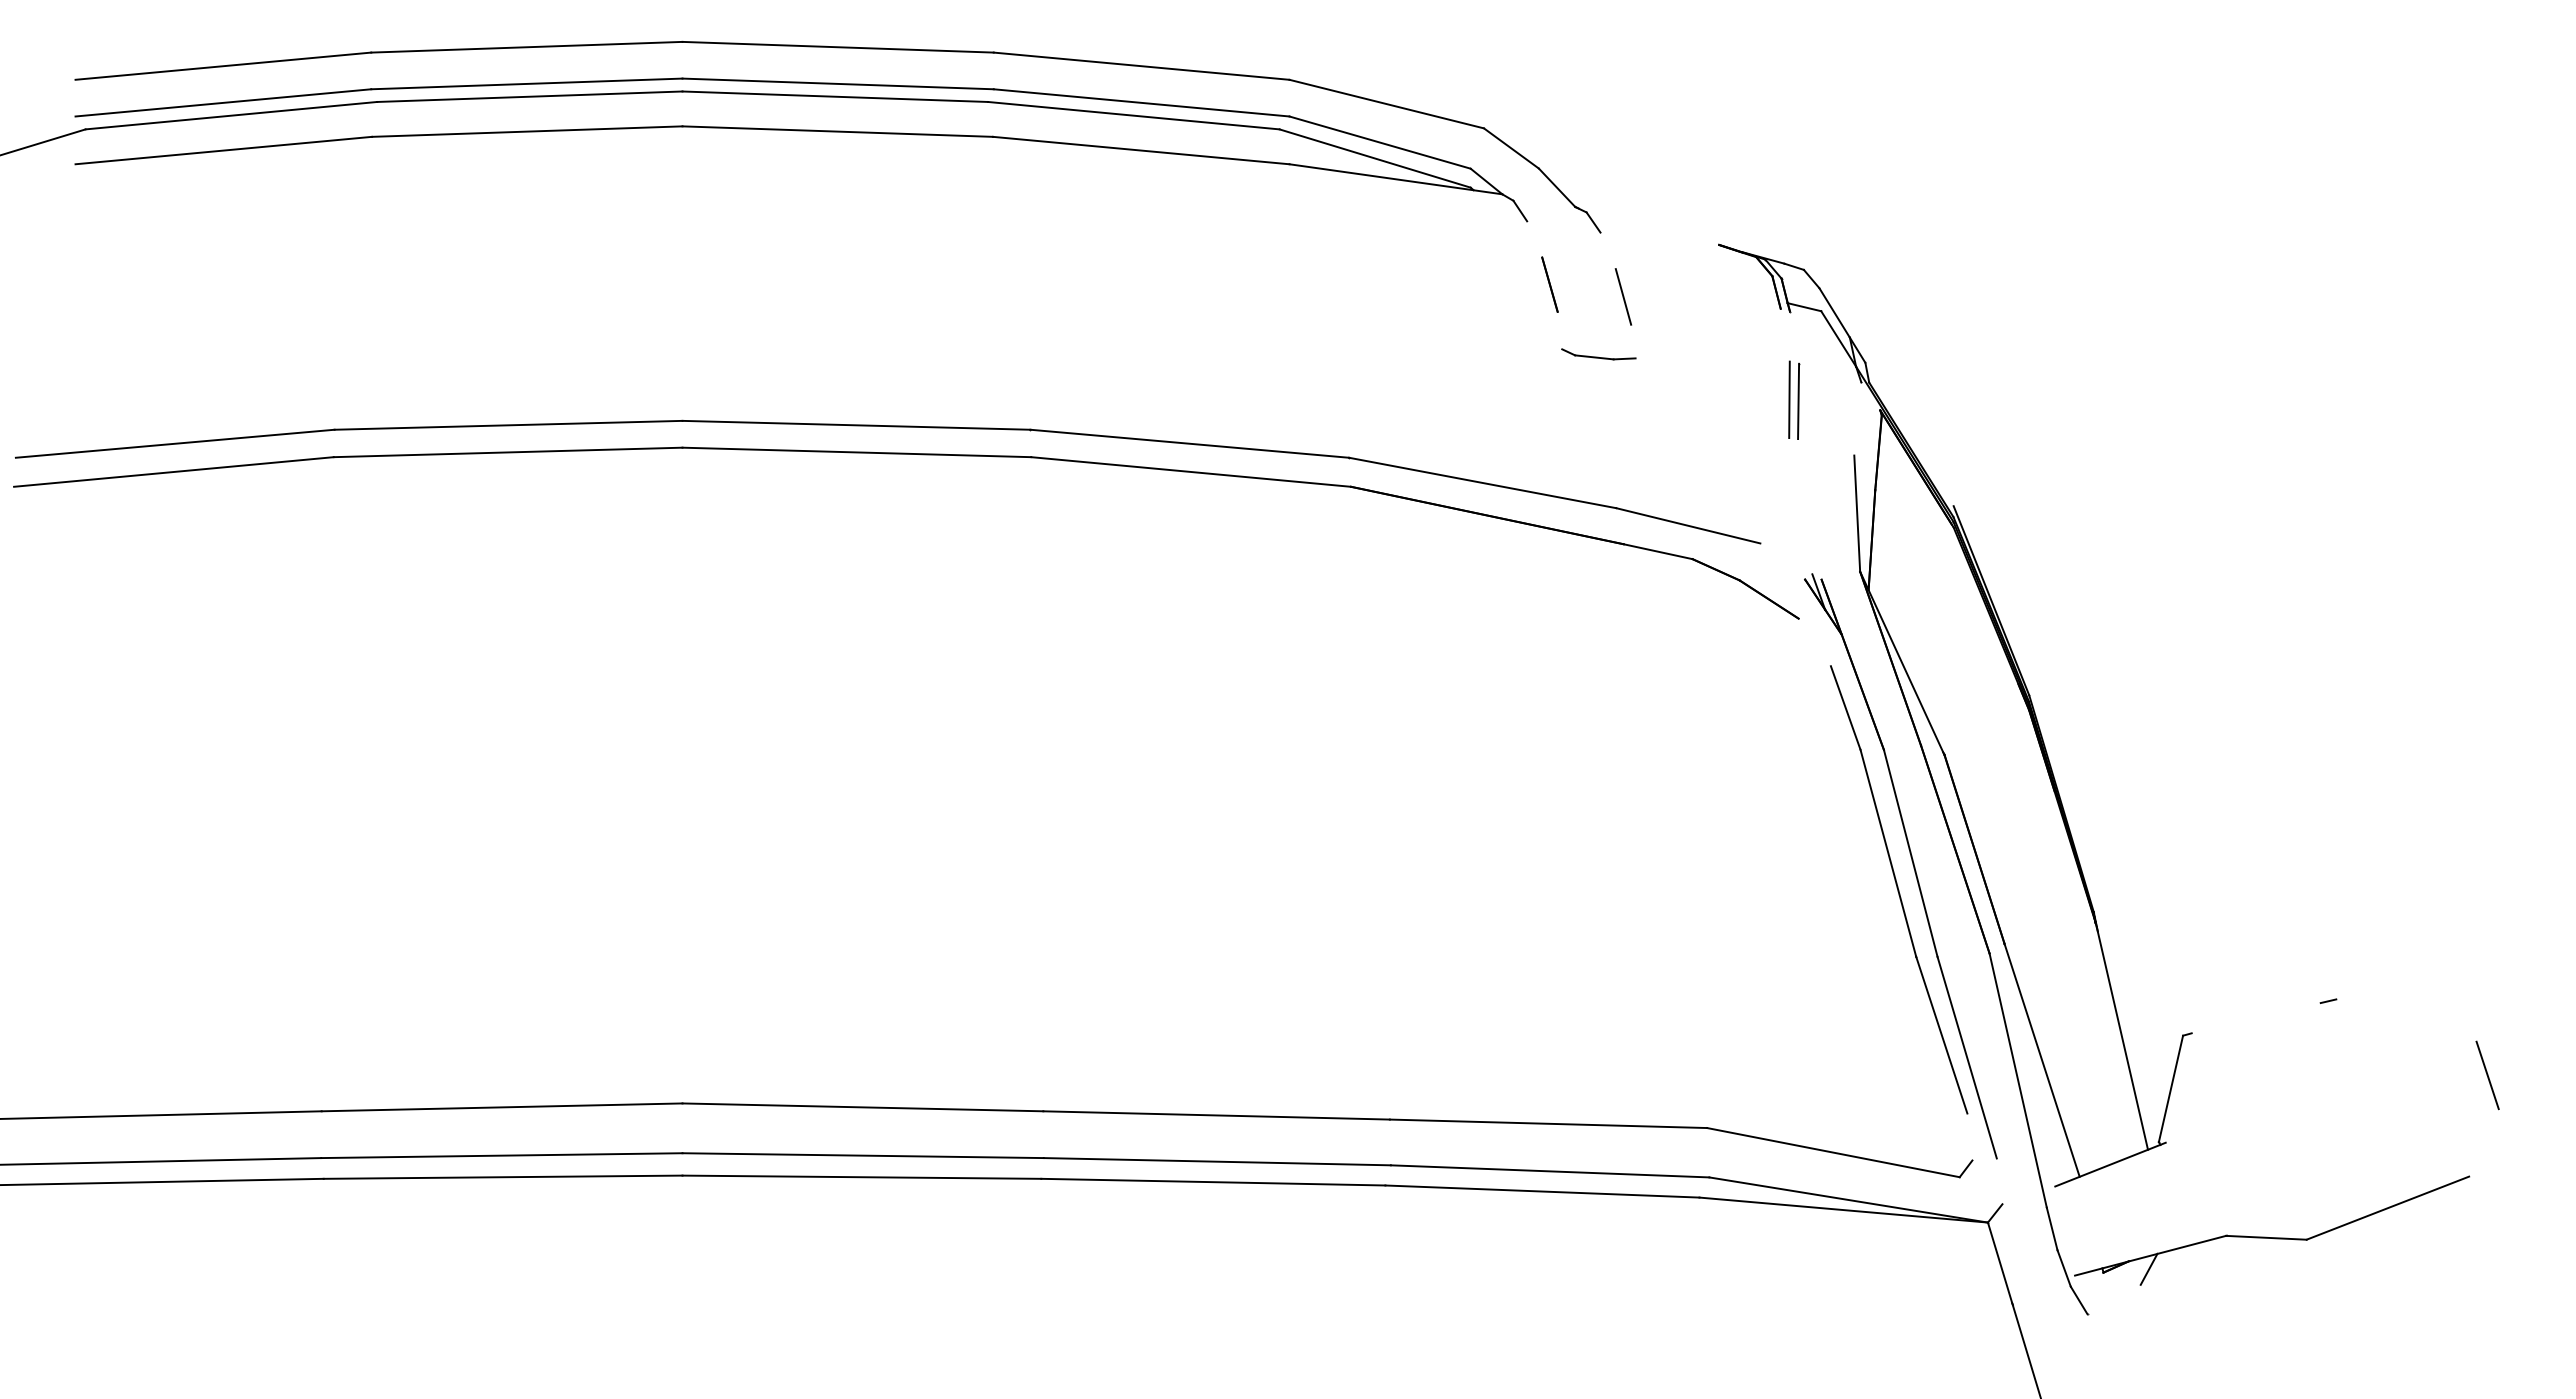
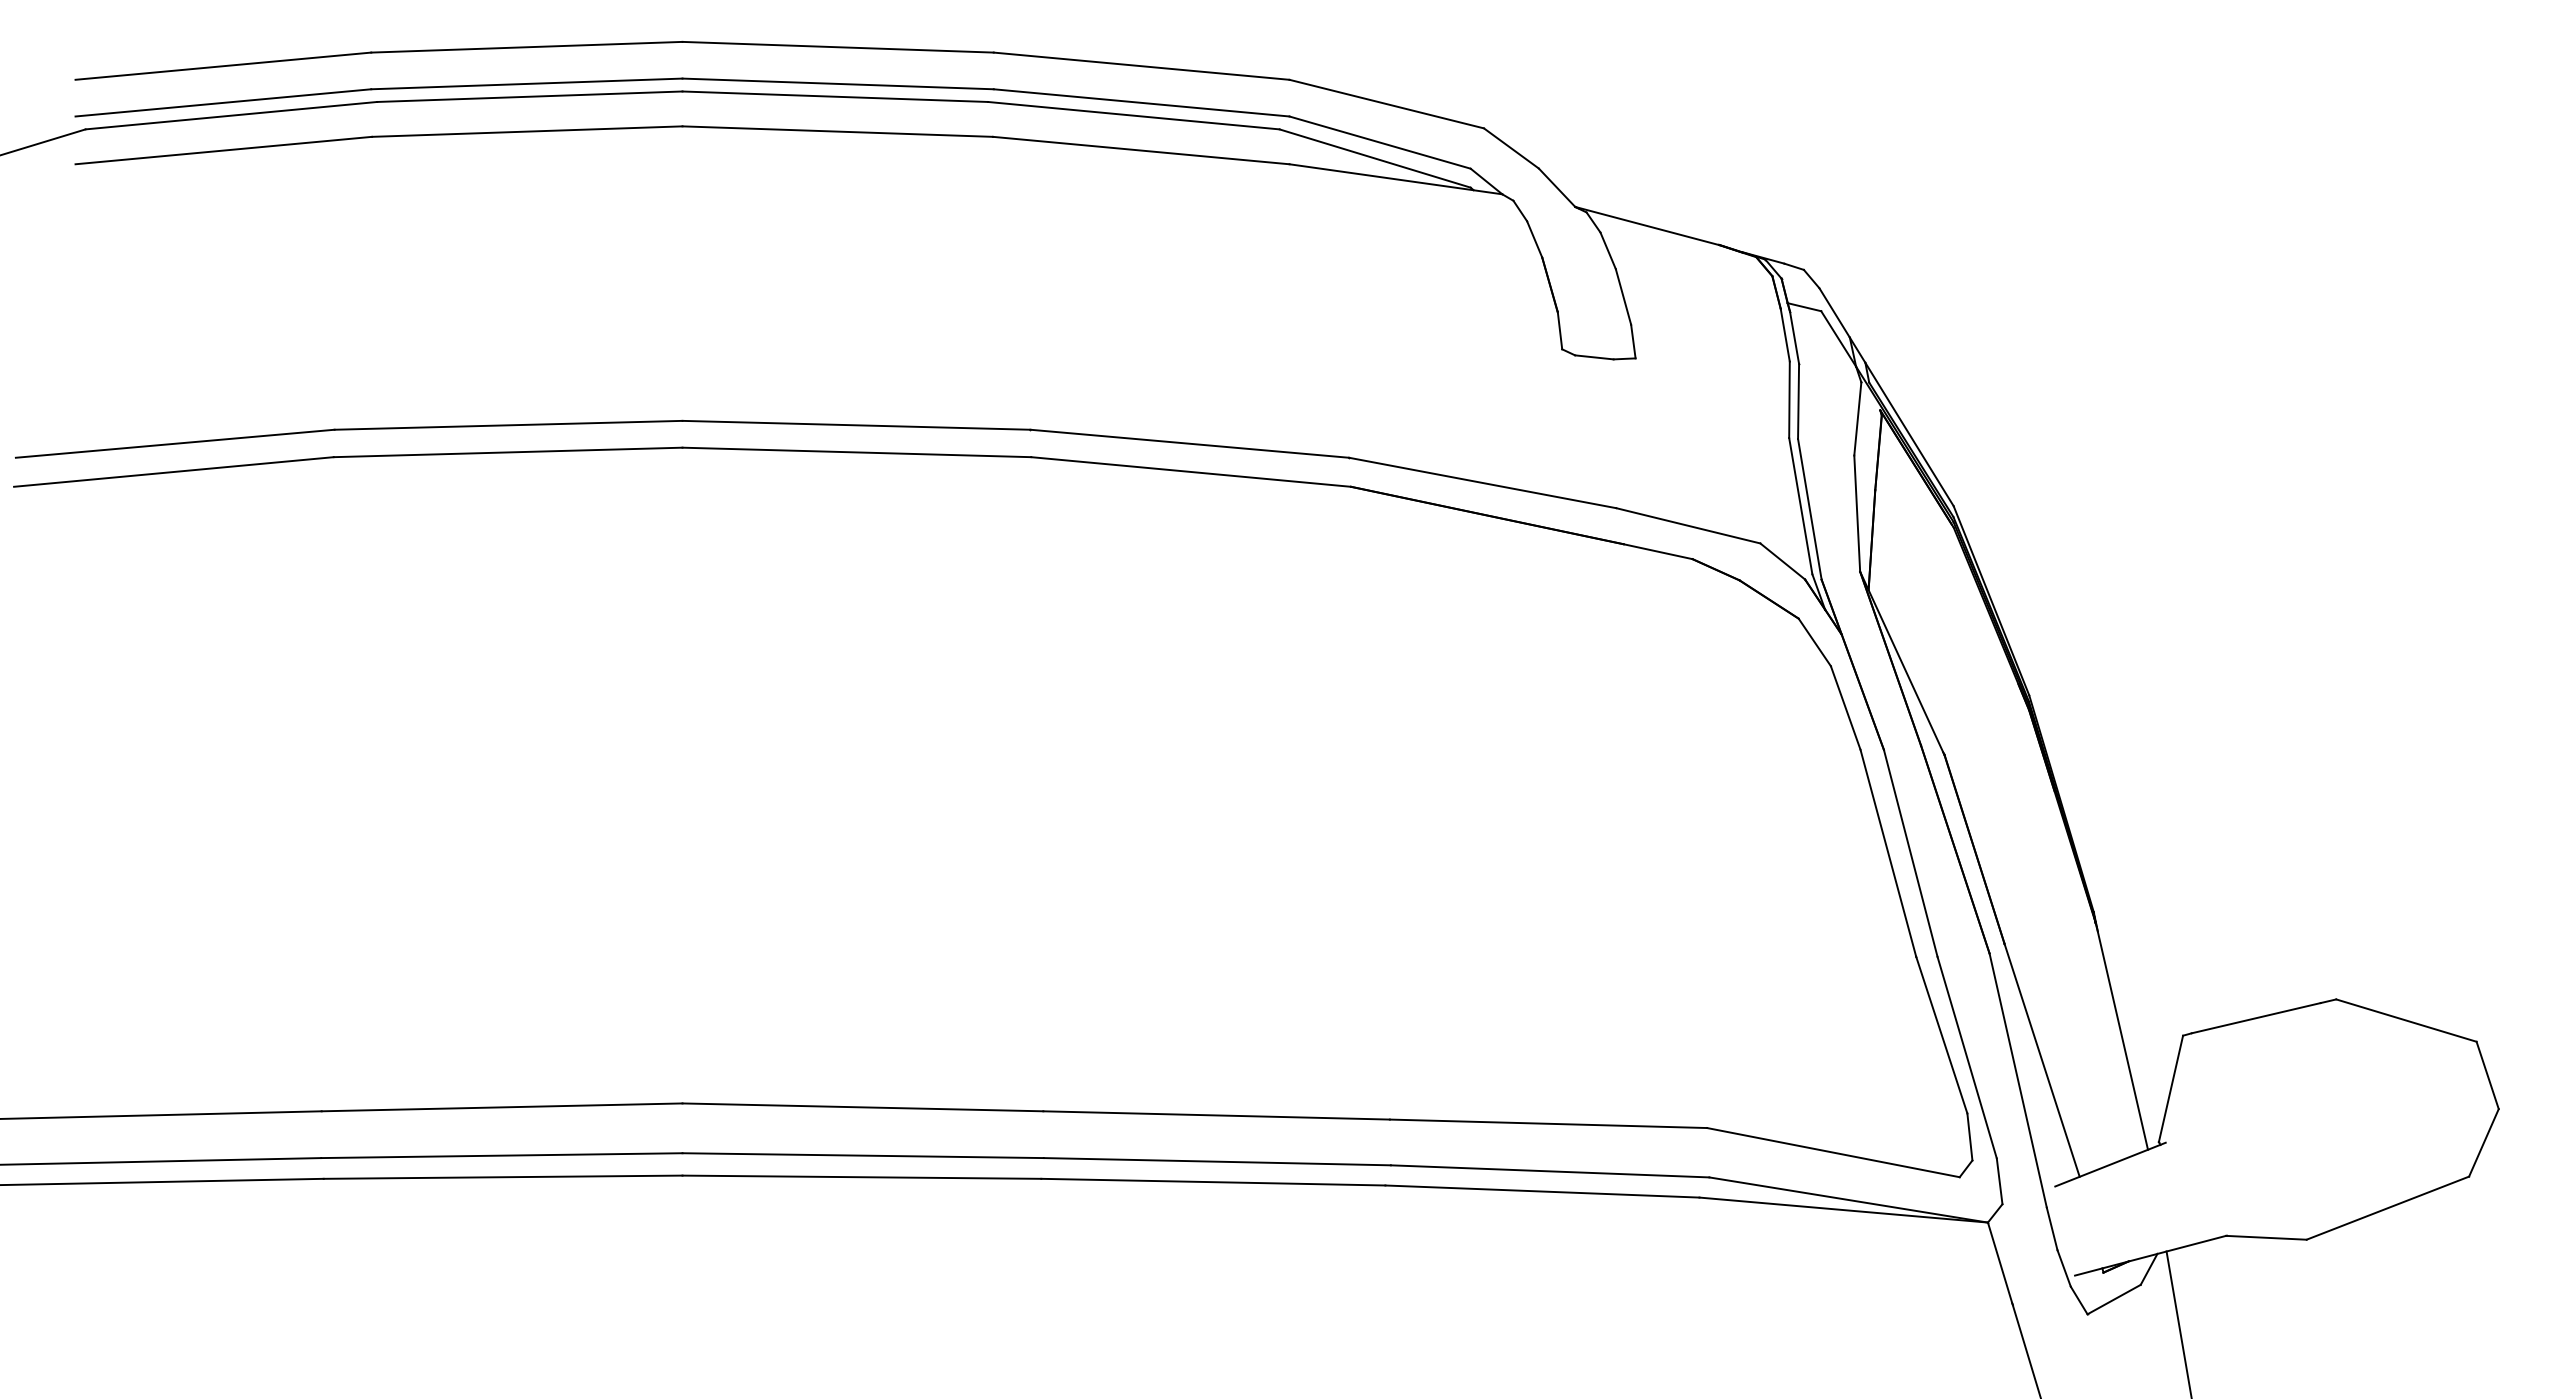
line at (1647, 226): none -> present
line at (1534, 239): none -> present
line at (1607, 250): none -> present
line at (1559, 330): none -> present
line at (1784, 334): none -> present
line at (1794, 337): none -> present
line at (1633, 341): none -> present
line at (1857, 418): none -> present
line at (1909, 434): none -> present
line at (1800, 506): none -> present
line at (1809, 509): none -> present
line at (1782, 561): none -> present
line at (1814, 642): none -> present
line at (2255, 1018): none -> present
line at (2406, 1020): none -> present
line at (1969, 1136): none -> present
line at (2483, 1142): none -> present
line at (1999, 1181): none -> present
line at (2113, 1299): none -> present
line at (2178, 1323): none -> present
